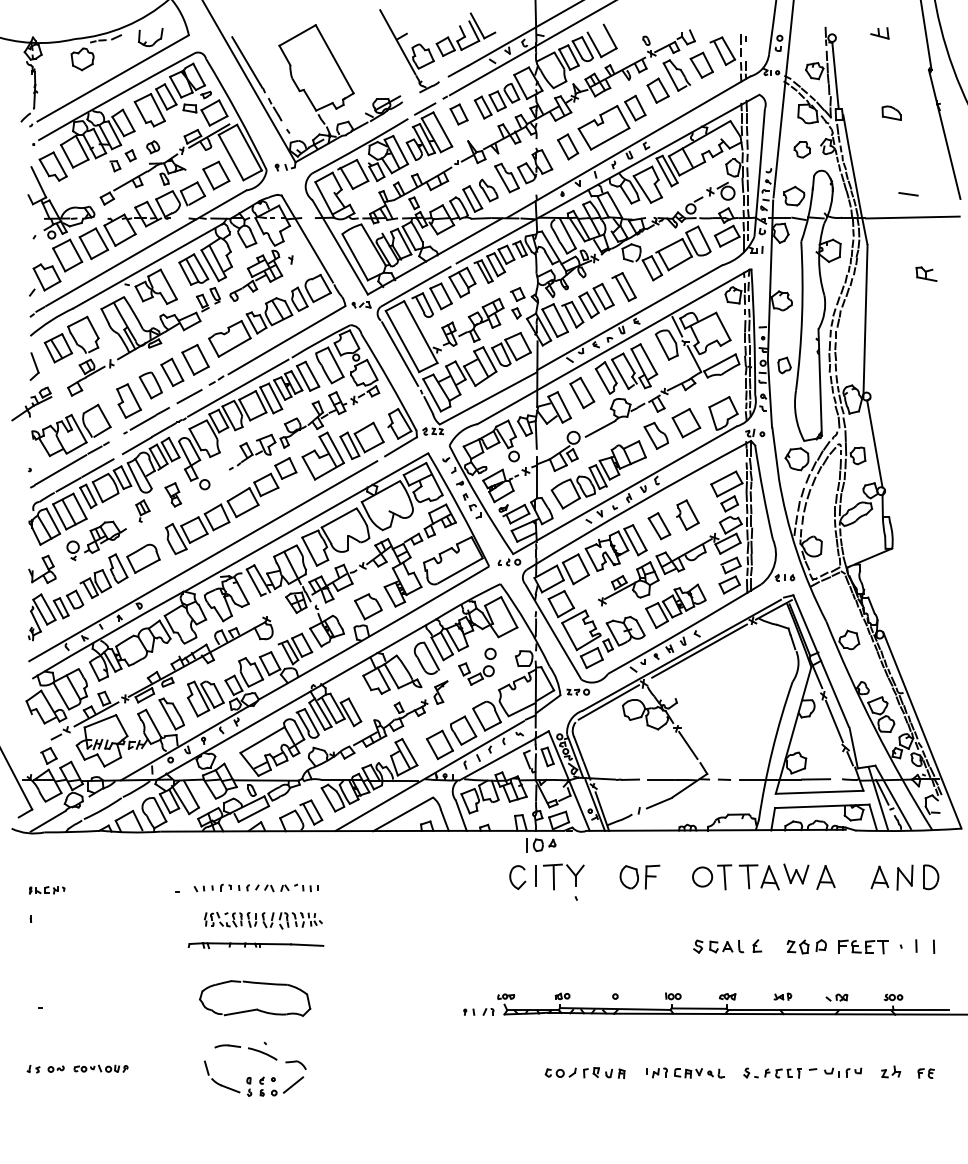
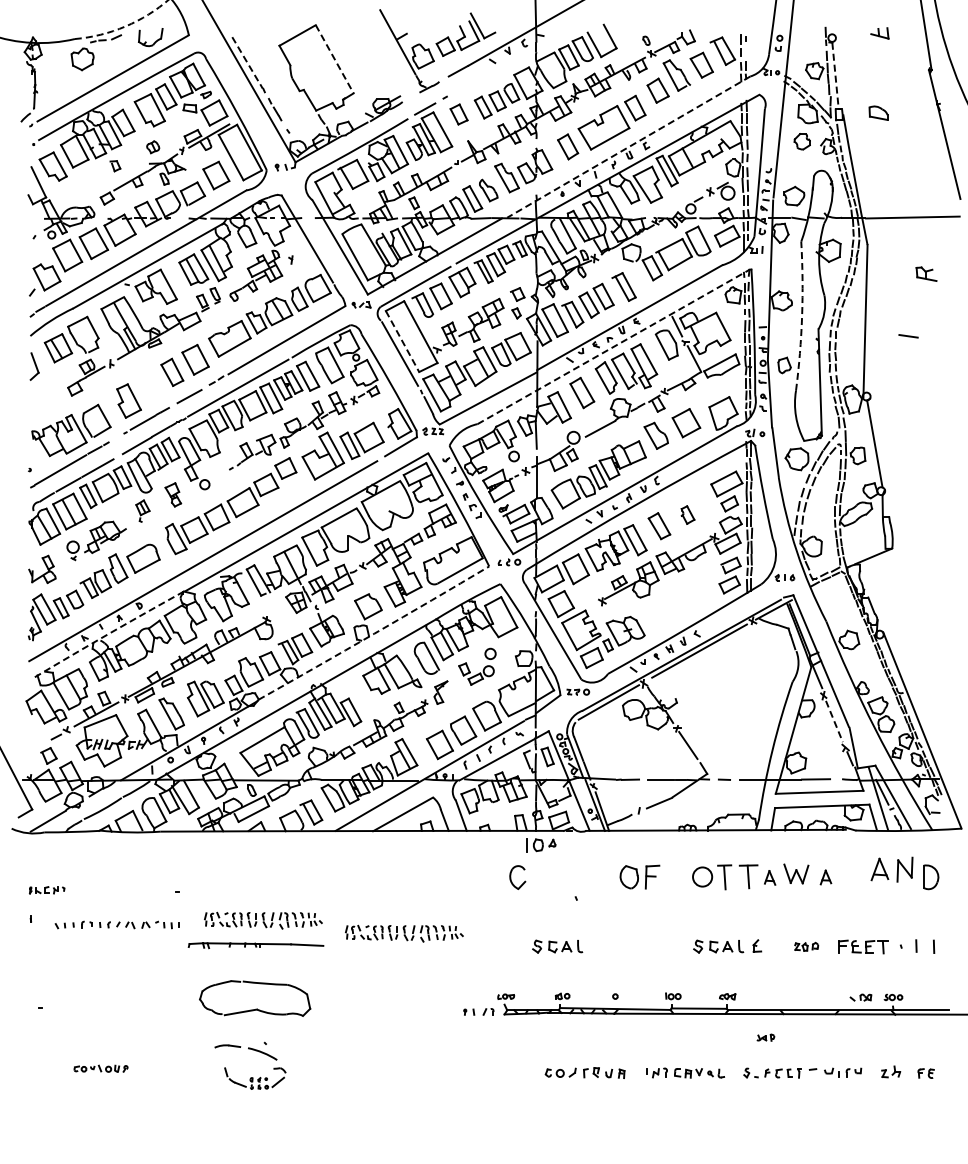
arc at (125, 26): solid -> dashed
line at (530, 48): present -> none
line at (334, 59): solid -> dashed
line at (246, 61): solid -> dashed
line at (835, 76): solid -> dashed
part at (891, 112) position: (891, 112) -> (878, 112)
line at (628, 147): solid -> dashed
part at (801, 149) position: (801, 149) -> (801, 141)
part at (130, 155): present -> none
line at (908, 194) position: (908, 194) -> (908, 336)
arc at (802, 316): solid -> dashed
line at (402, 341): solid -> dashed
line at (614, 346): solid -> dashed
part at (150, 385): present -> none
part at (31, 403): present -> none
part at (687, 514) size: 24x32 px -> 16x20 px
part at (675, 605): present -> none
arc at (374, 633): solid -> dashed
arc at (107, 634): solid -> dashed
line at (834, 721): solid -> dashed
part at (559, 876): present -> none
part at (769, 877) size: 20x26 px -> 13x16 px
part at (825, 877) size: 20x25 px -> 14x17 px
part at (891, 877) position: (891, 877) -> (891, 869)
part at (255, 887) position: (255, 887) -> (116, 924)
part at (404, 933): none -> present
part at (557, 946): none -> present
part at (806, 946) size: 41x16 px -> 26x11 px
part at (782, 996) position: (782, 996) -> (765, 1037)
part at (836, 997) position: (836, 997) -> (860, 997)
part at (45, 1069): present -> none
part at (255, 1078) size: 103x37 px -> 63x23 px
